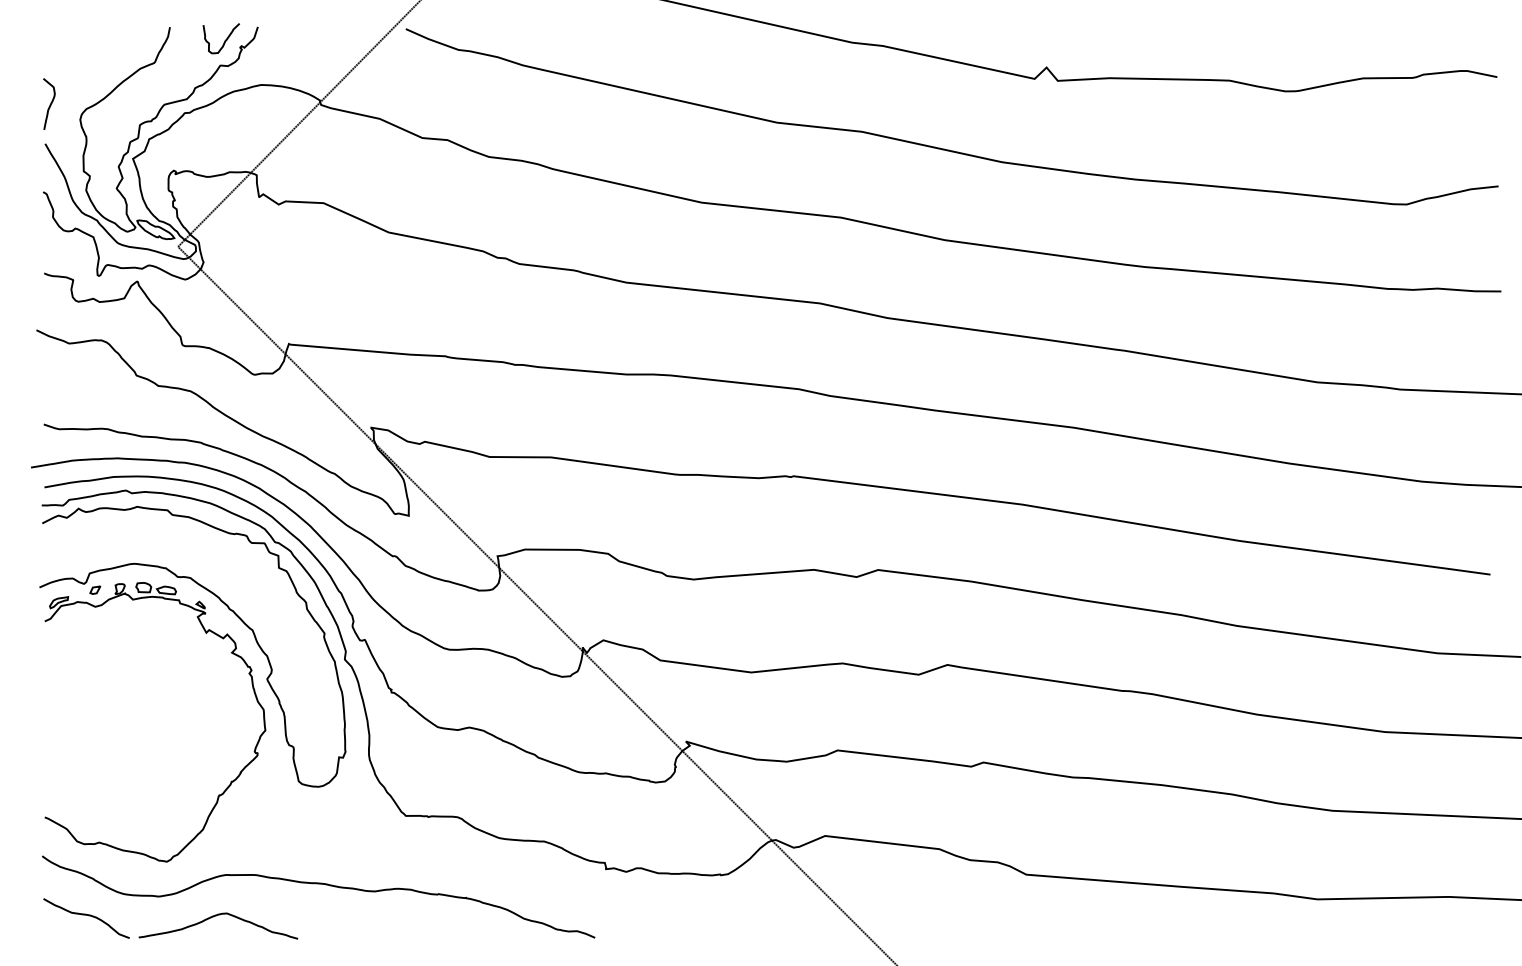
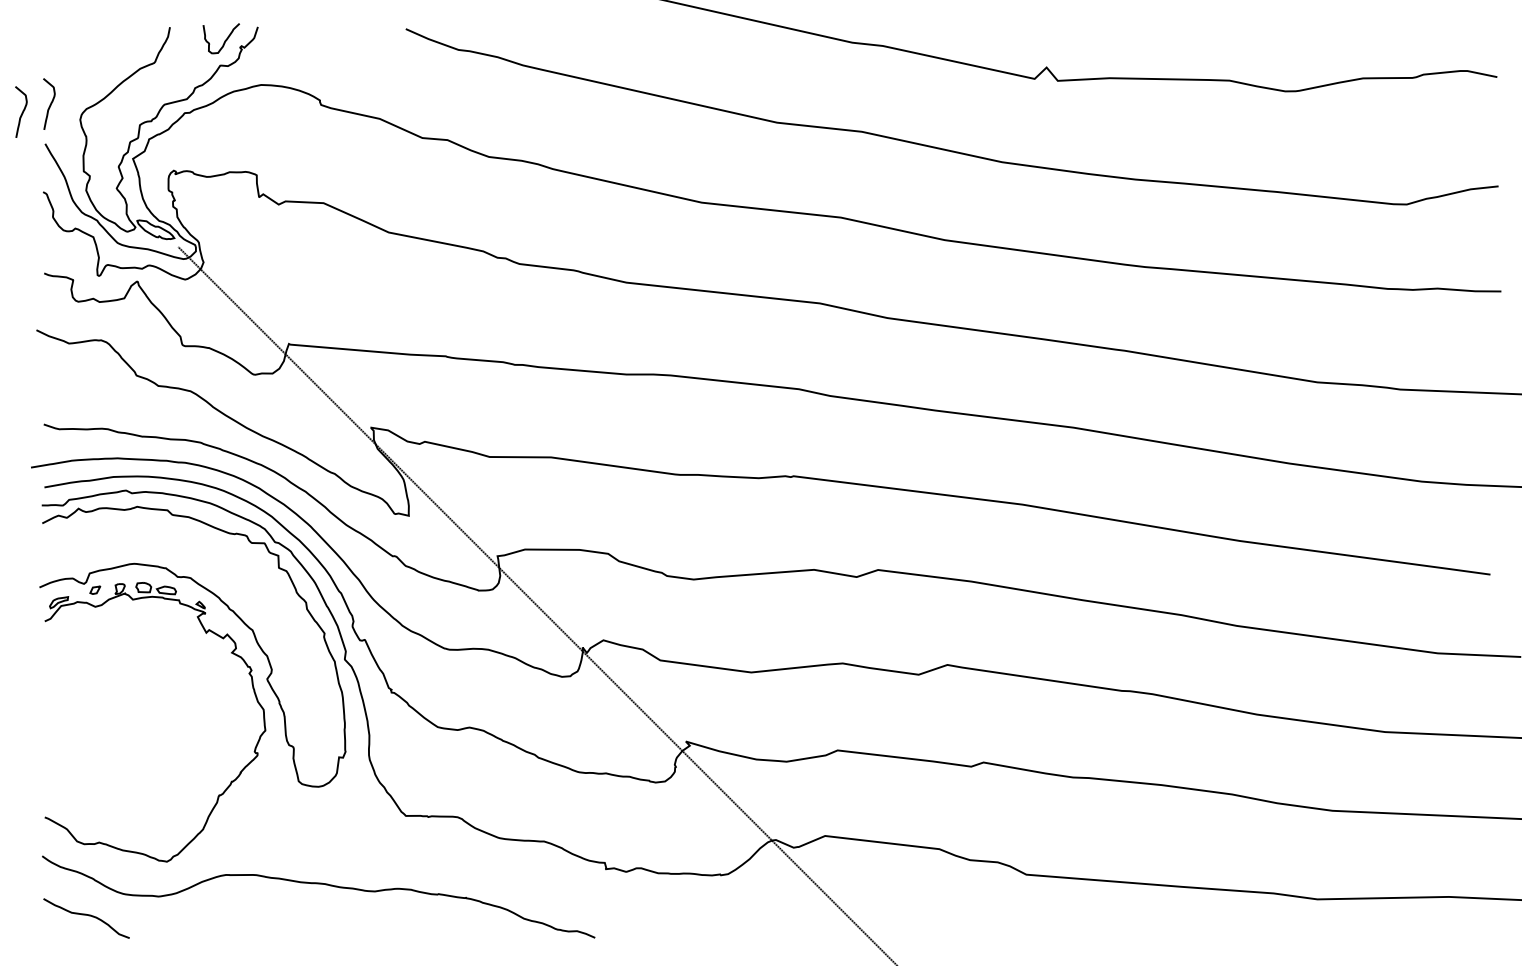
curve at (22, 111): none -> present
line at (298, 124): present -> none
curve at (216, 916): present -> none
